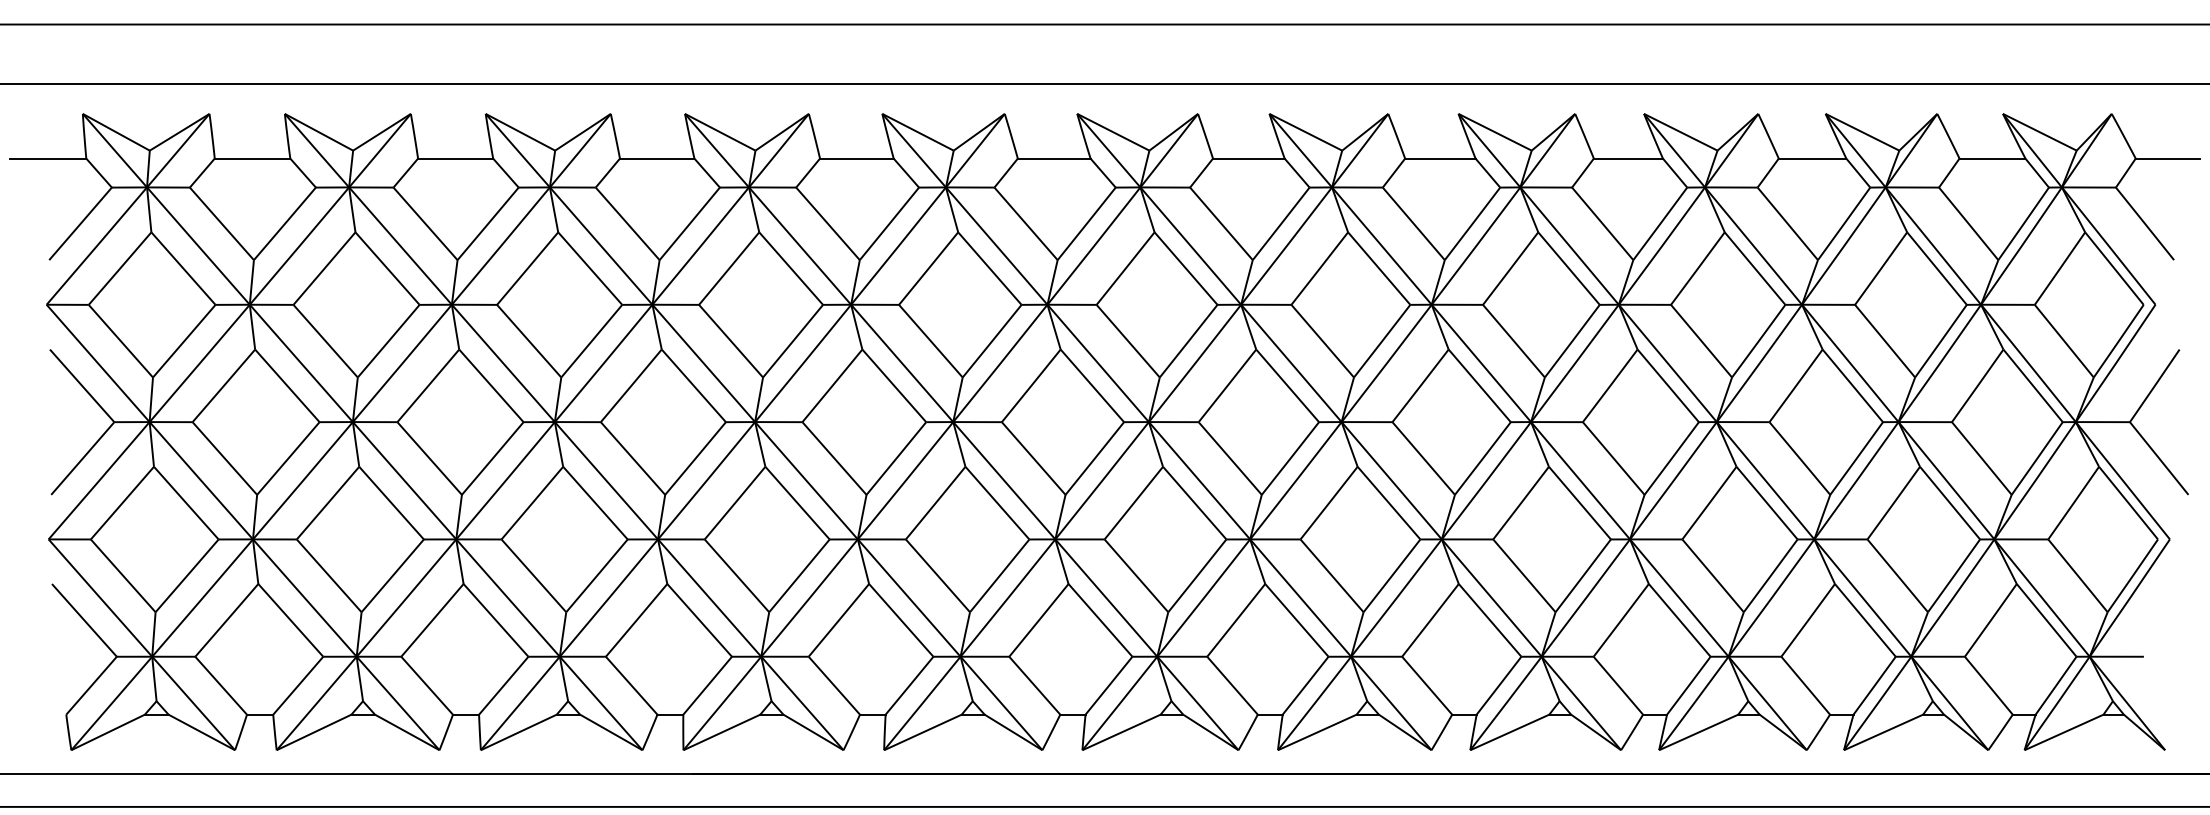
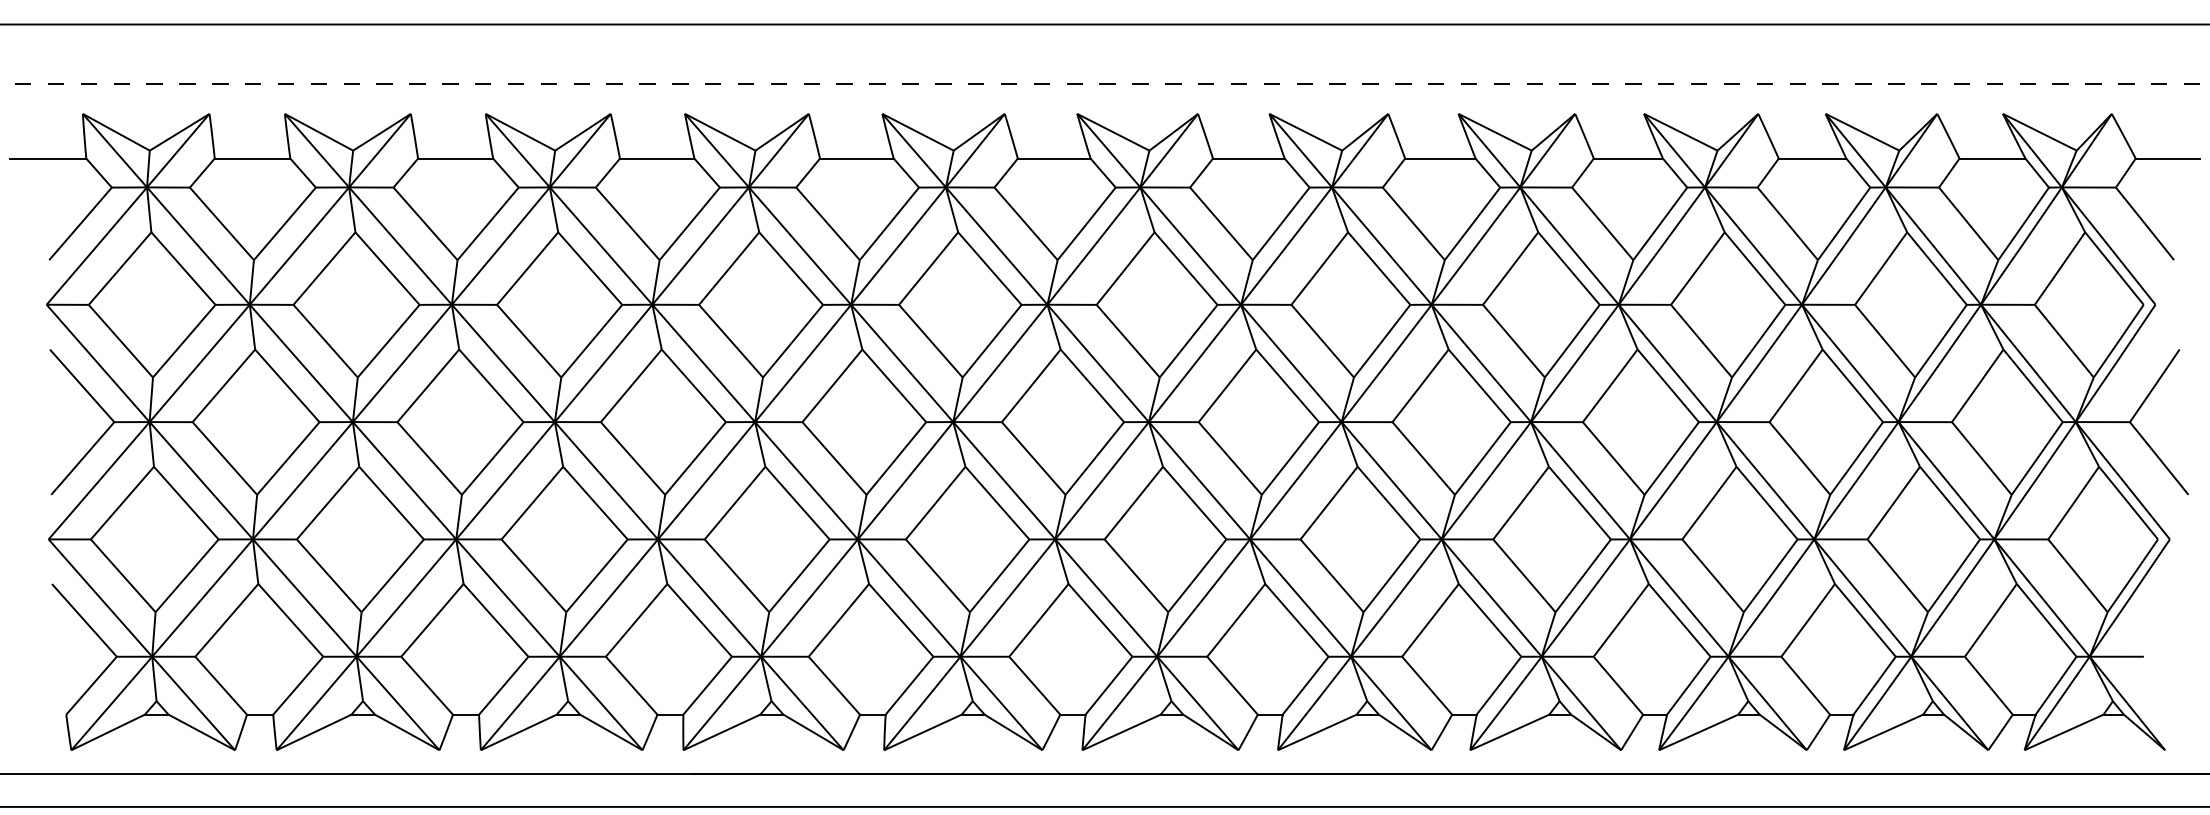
line at (1105, 83): solid -> dashed
